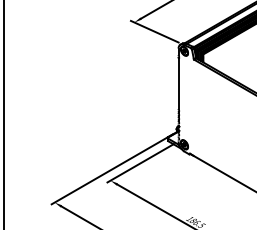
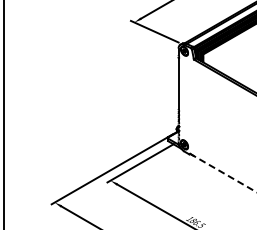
line at (223, 173): solid -> dashed
